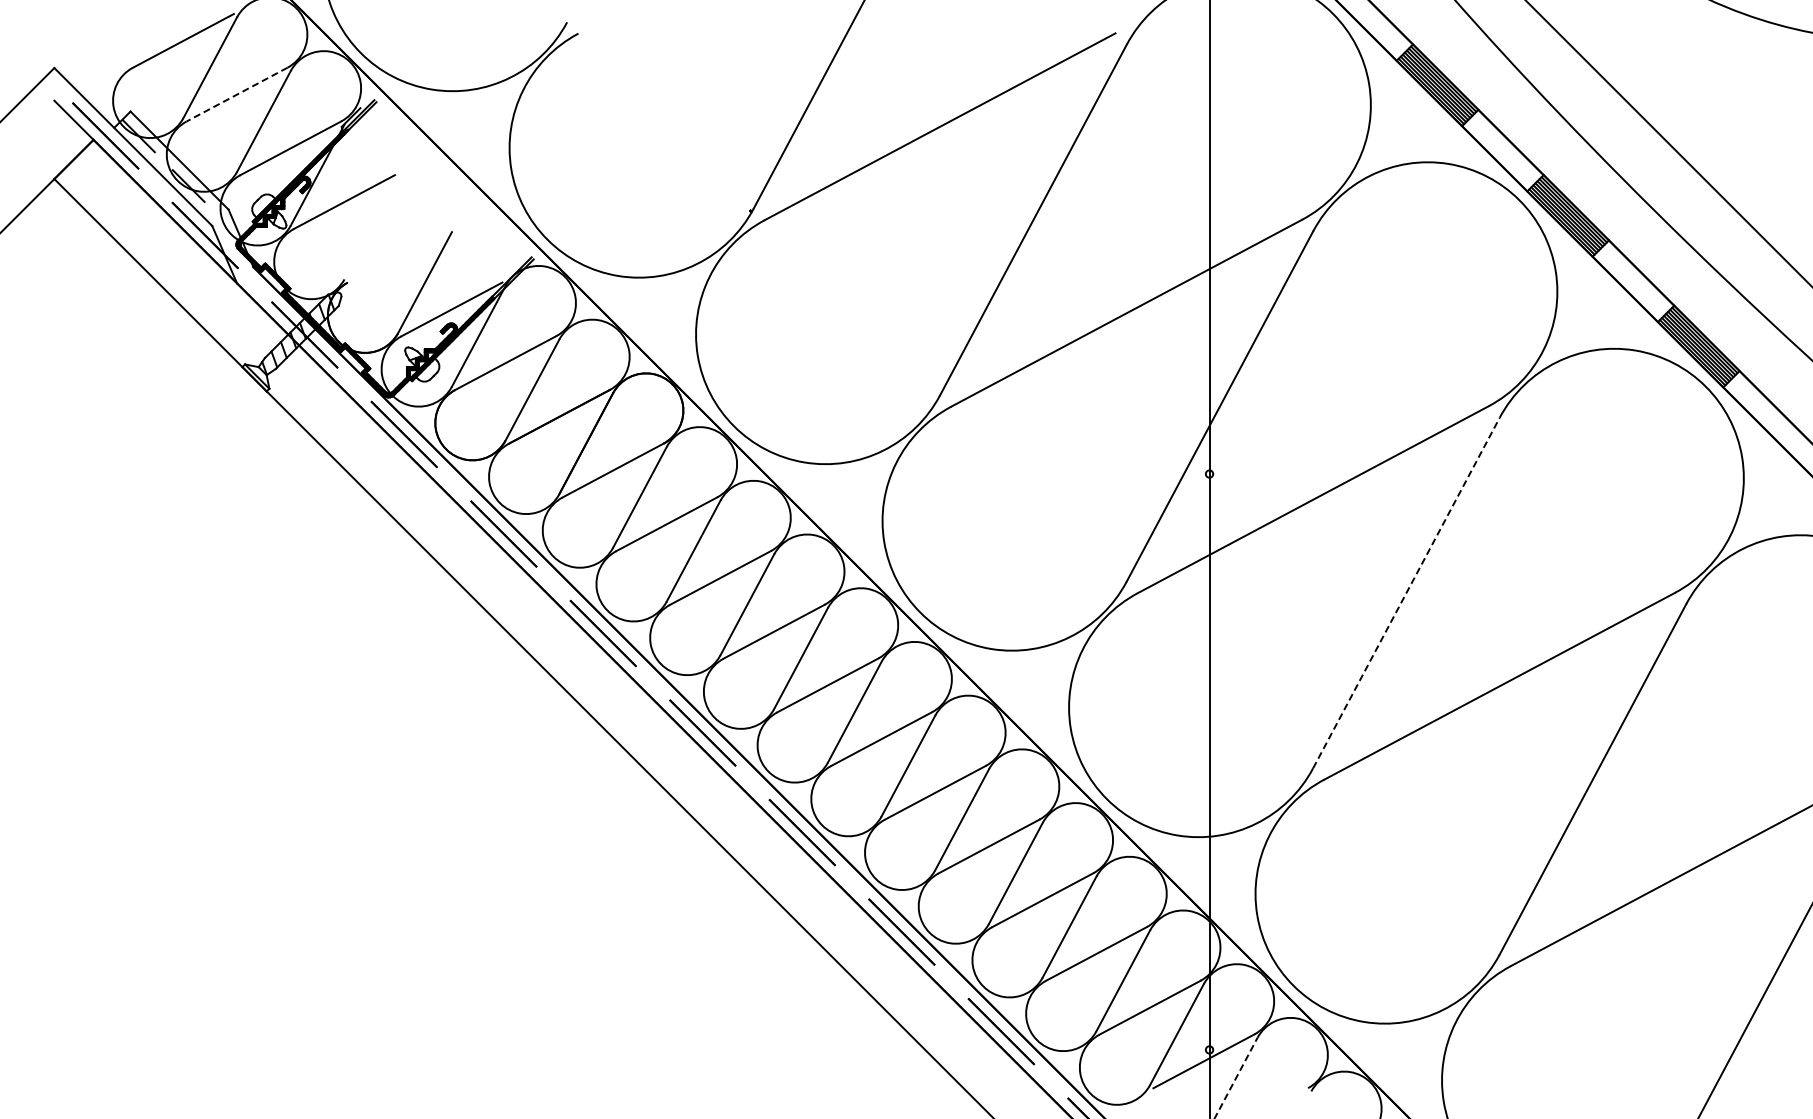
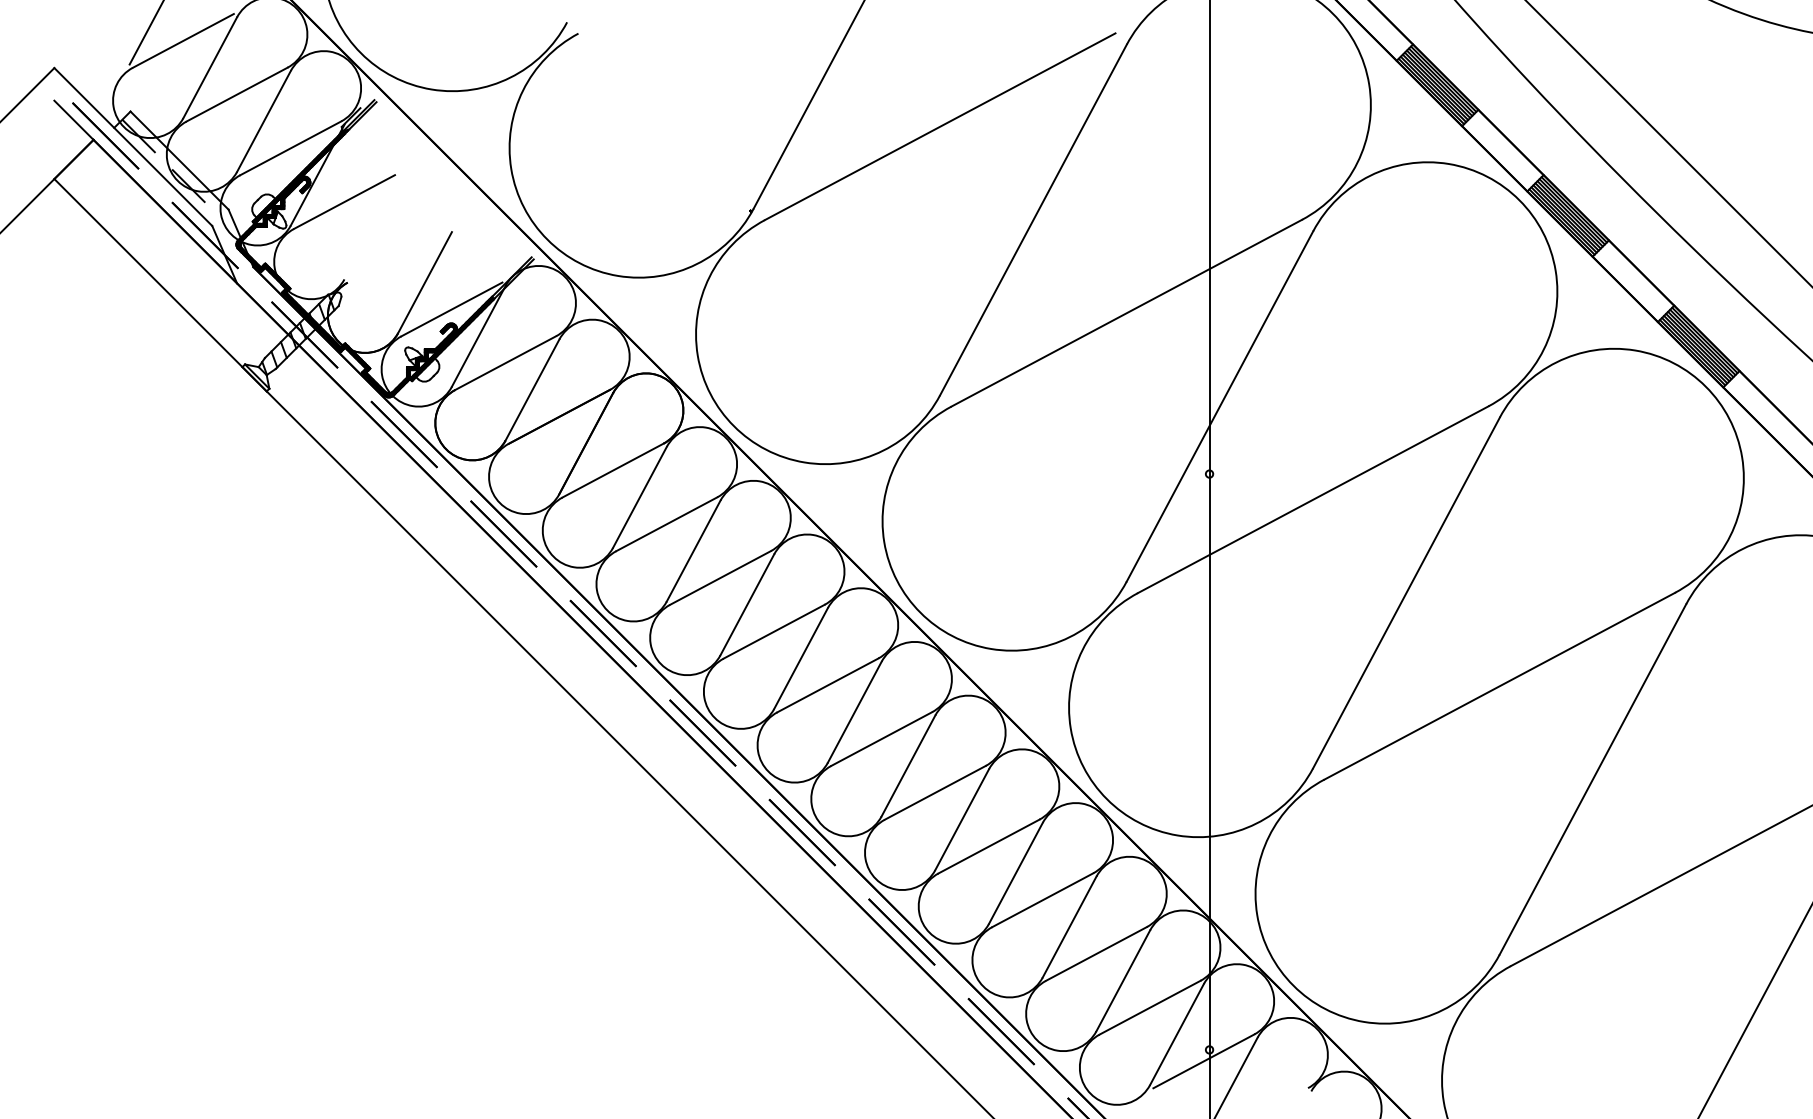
line at (145, 33): none -> present
line at (236, 94): dashed -> solid
line at (1406, 593): dashed -> solid
line at (1236, 1078): dashed -> solid
